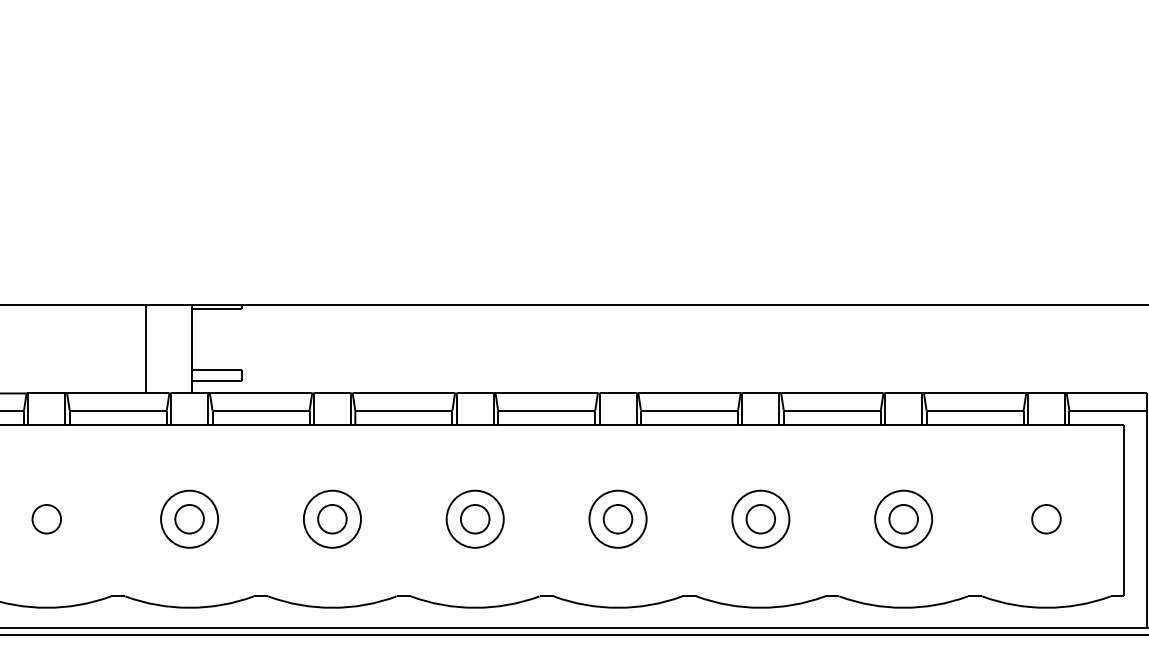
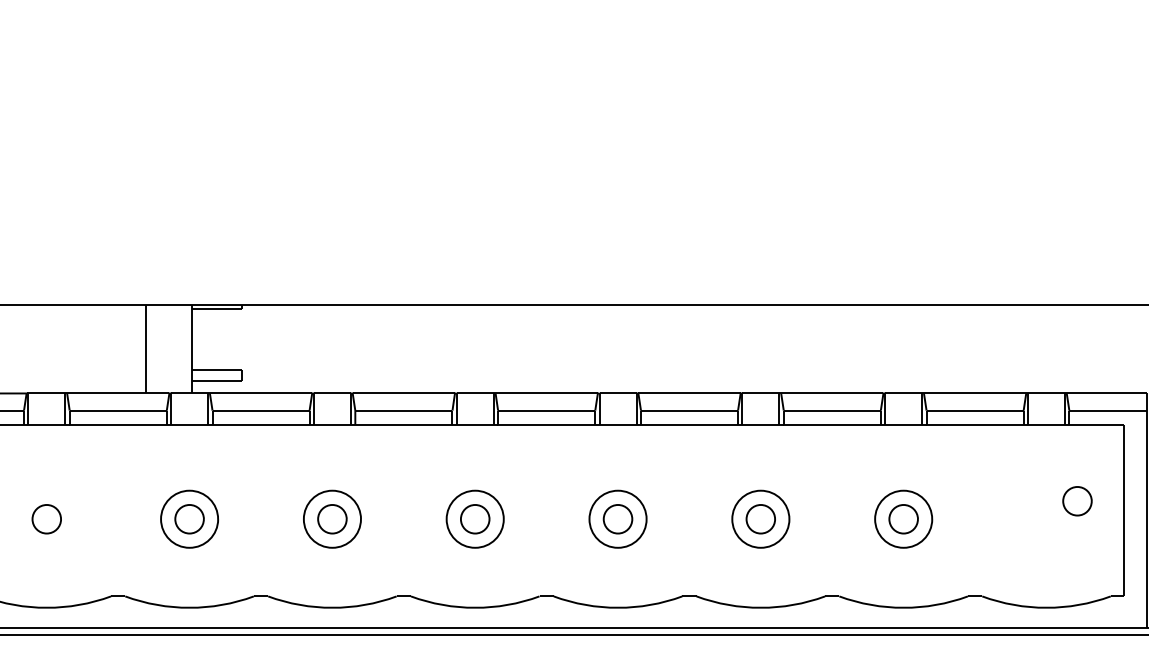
curve at (1056, 527) position: (1056, 527) -> (1087, 509)
